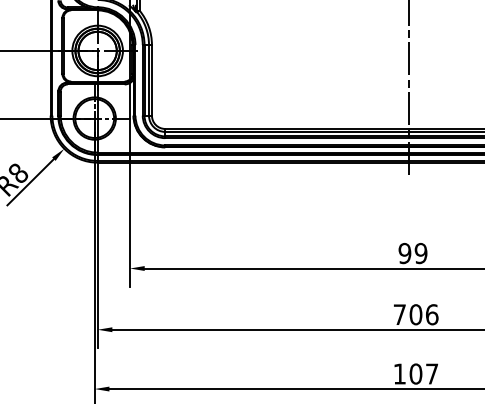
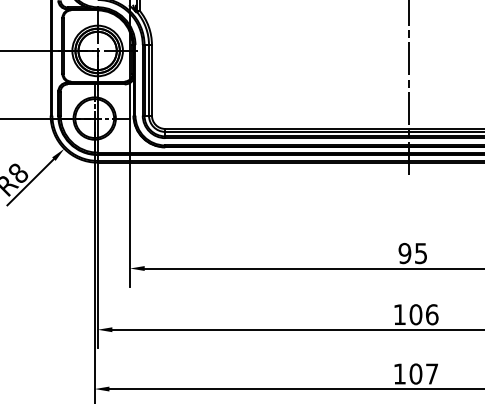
text at (420, 252): 99 -> 95
text at (399, 314): 706 -> 106
